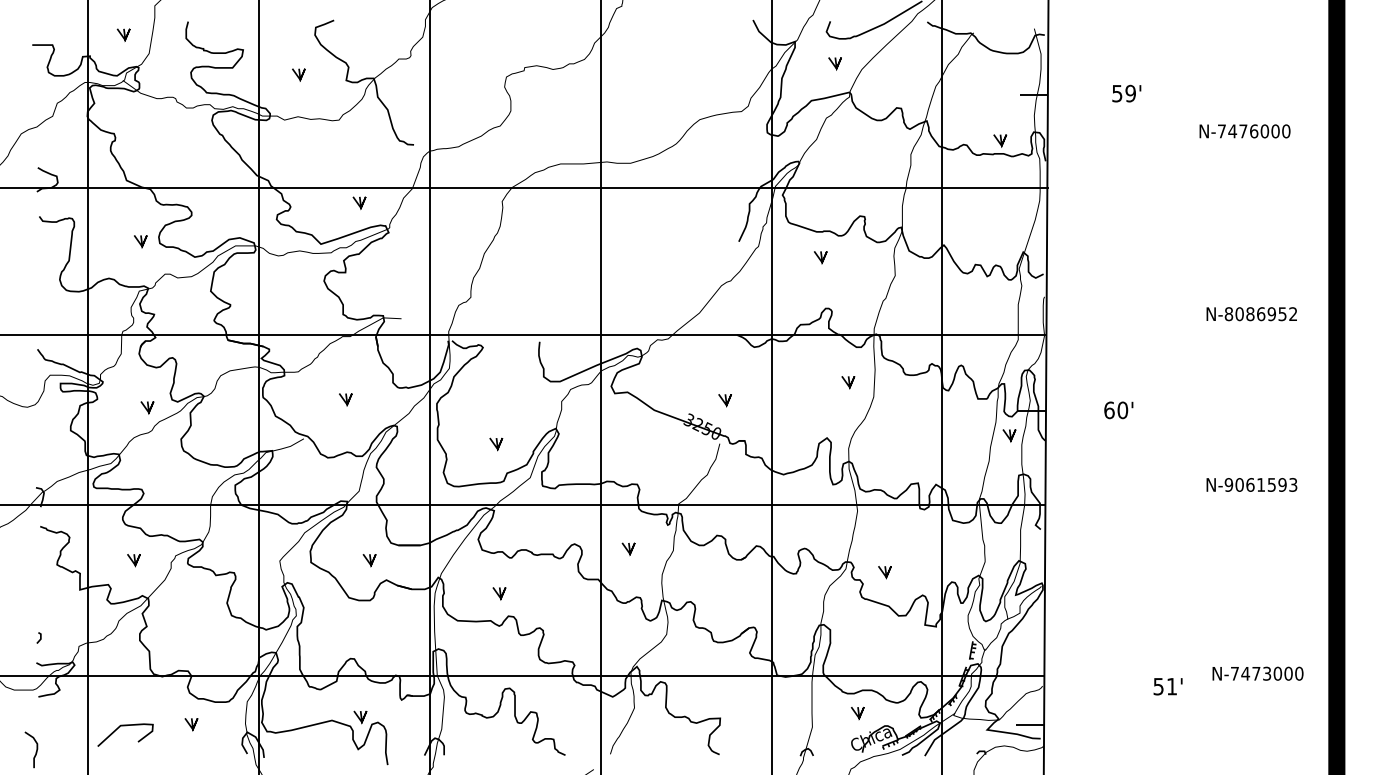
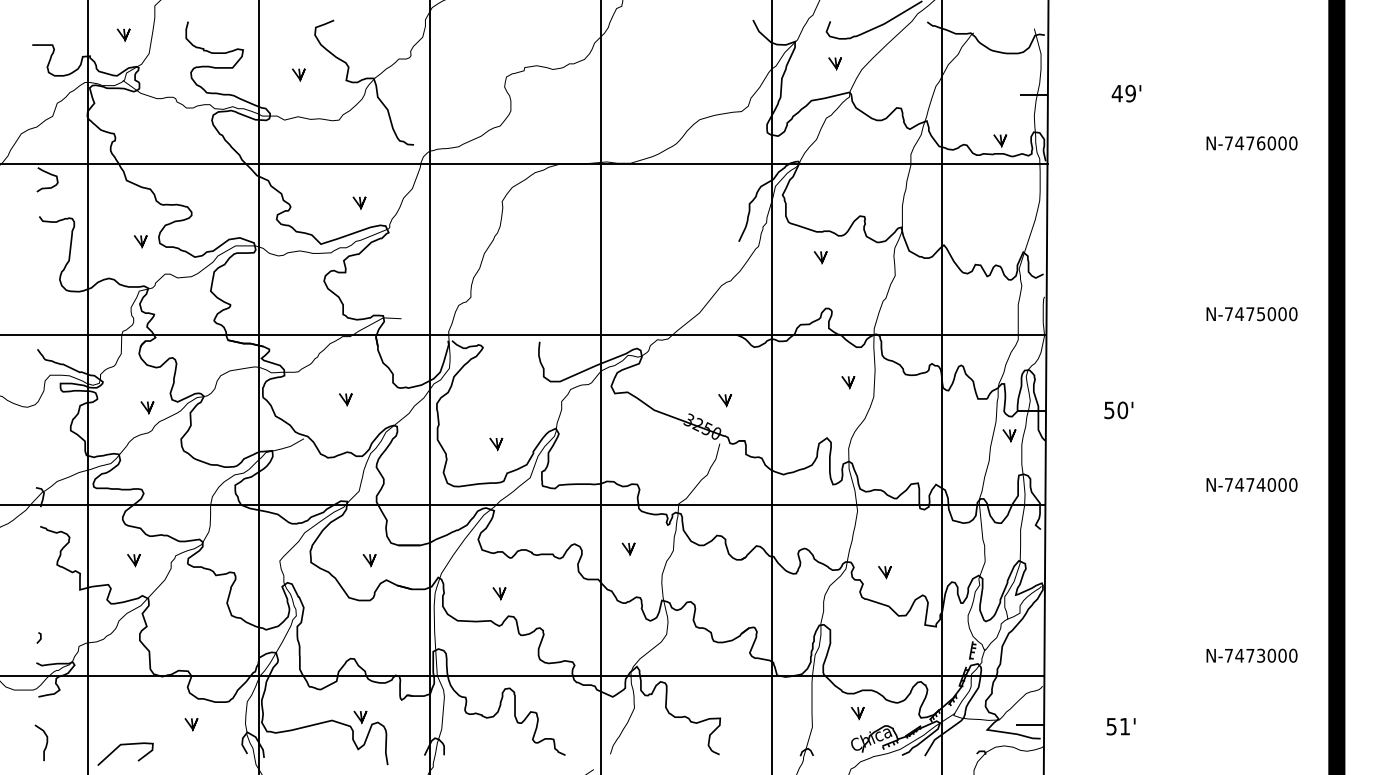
text at (1116, 93): 59' -> 49'
text at (1244, 131) position: (1244, 131) -> (1251, 143)
line at (524, 187) position: (524, 187) -> (524, 163)
text at (1260, 314): N-8086952 -> N-7475000
text at (1109, 410): 60' -> 50'
text at (1260, 484): N-9061593 -> N-7474000
text at (1257, 673) position: (1257, 673) -> (1251, 655)
text at (1167, 686) position: (1167, 686) -> (1120, 726)
curve at (125, 726) position: (125, 726) -> (125, 745)
curve at (36, 749) position: (36, 749) -> (46, 742)
